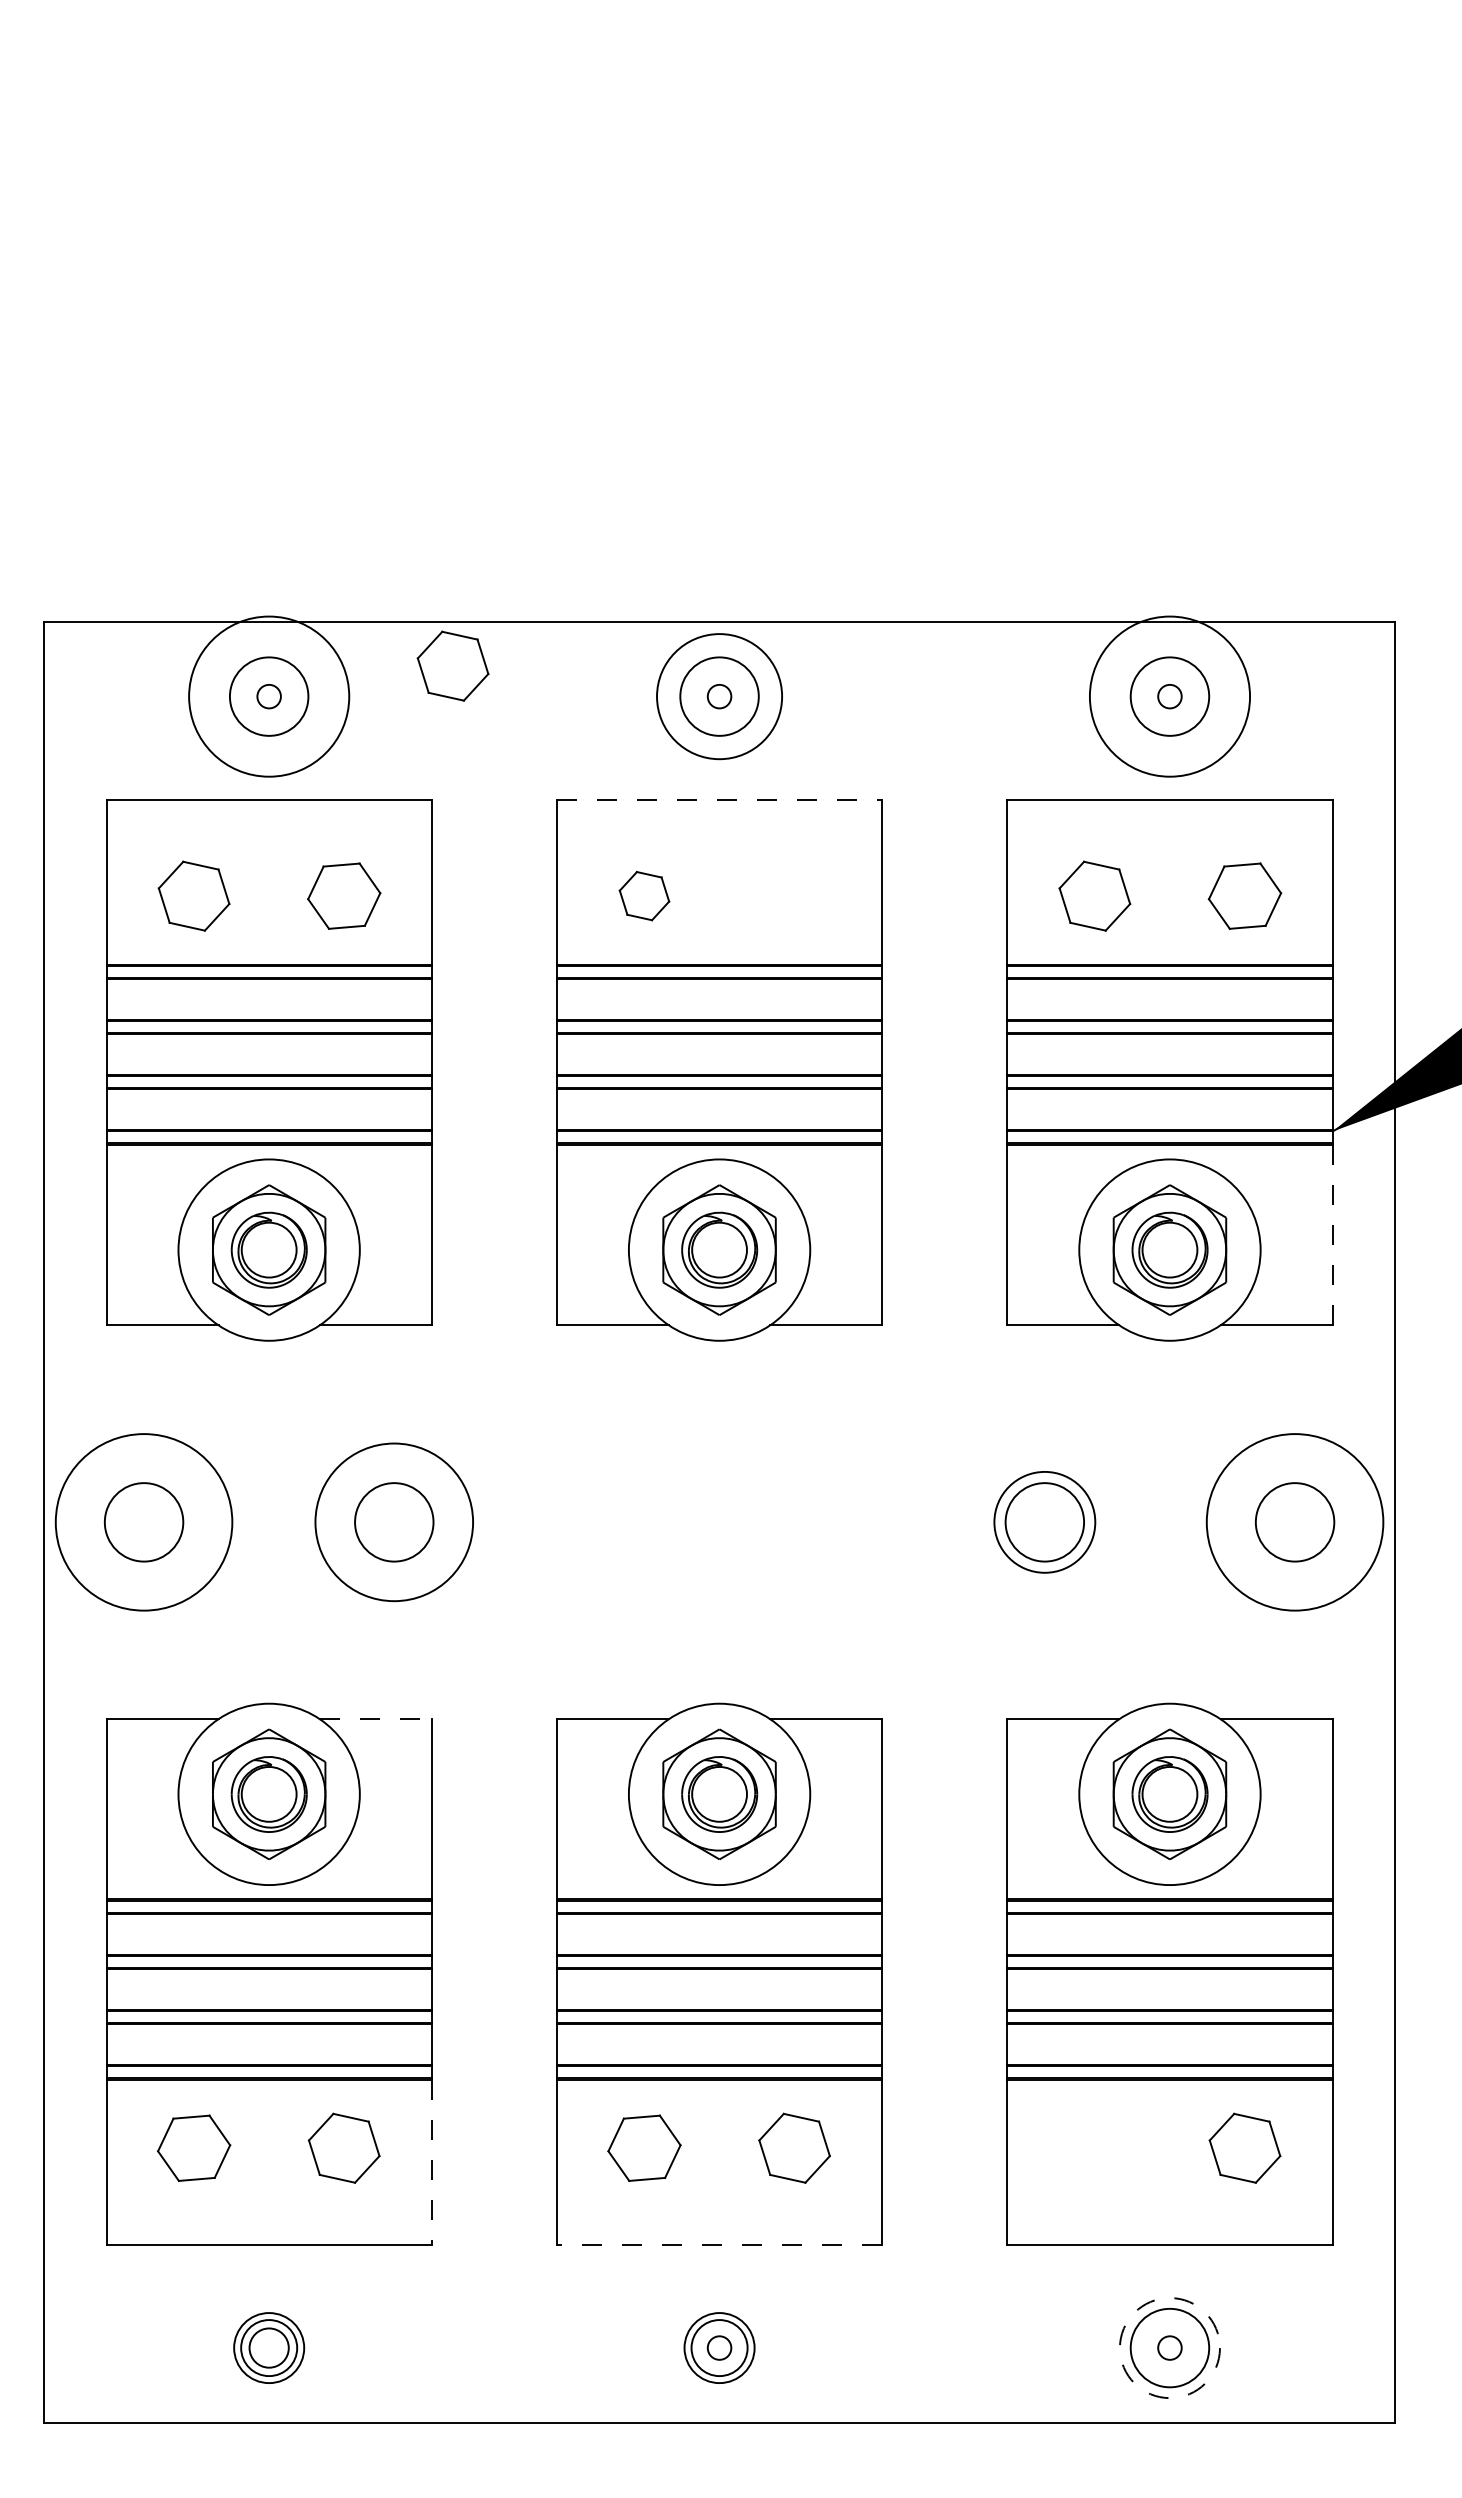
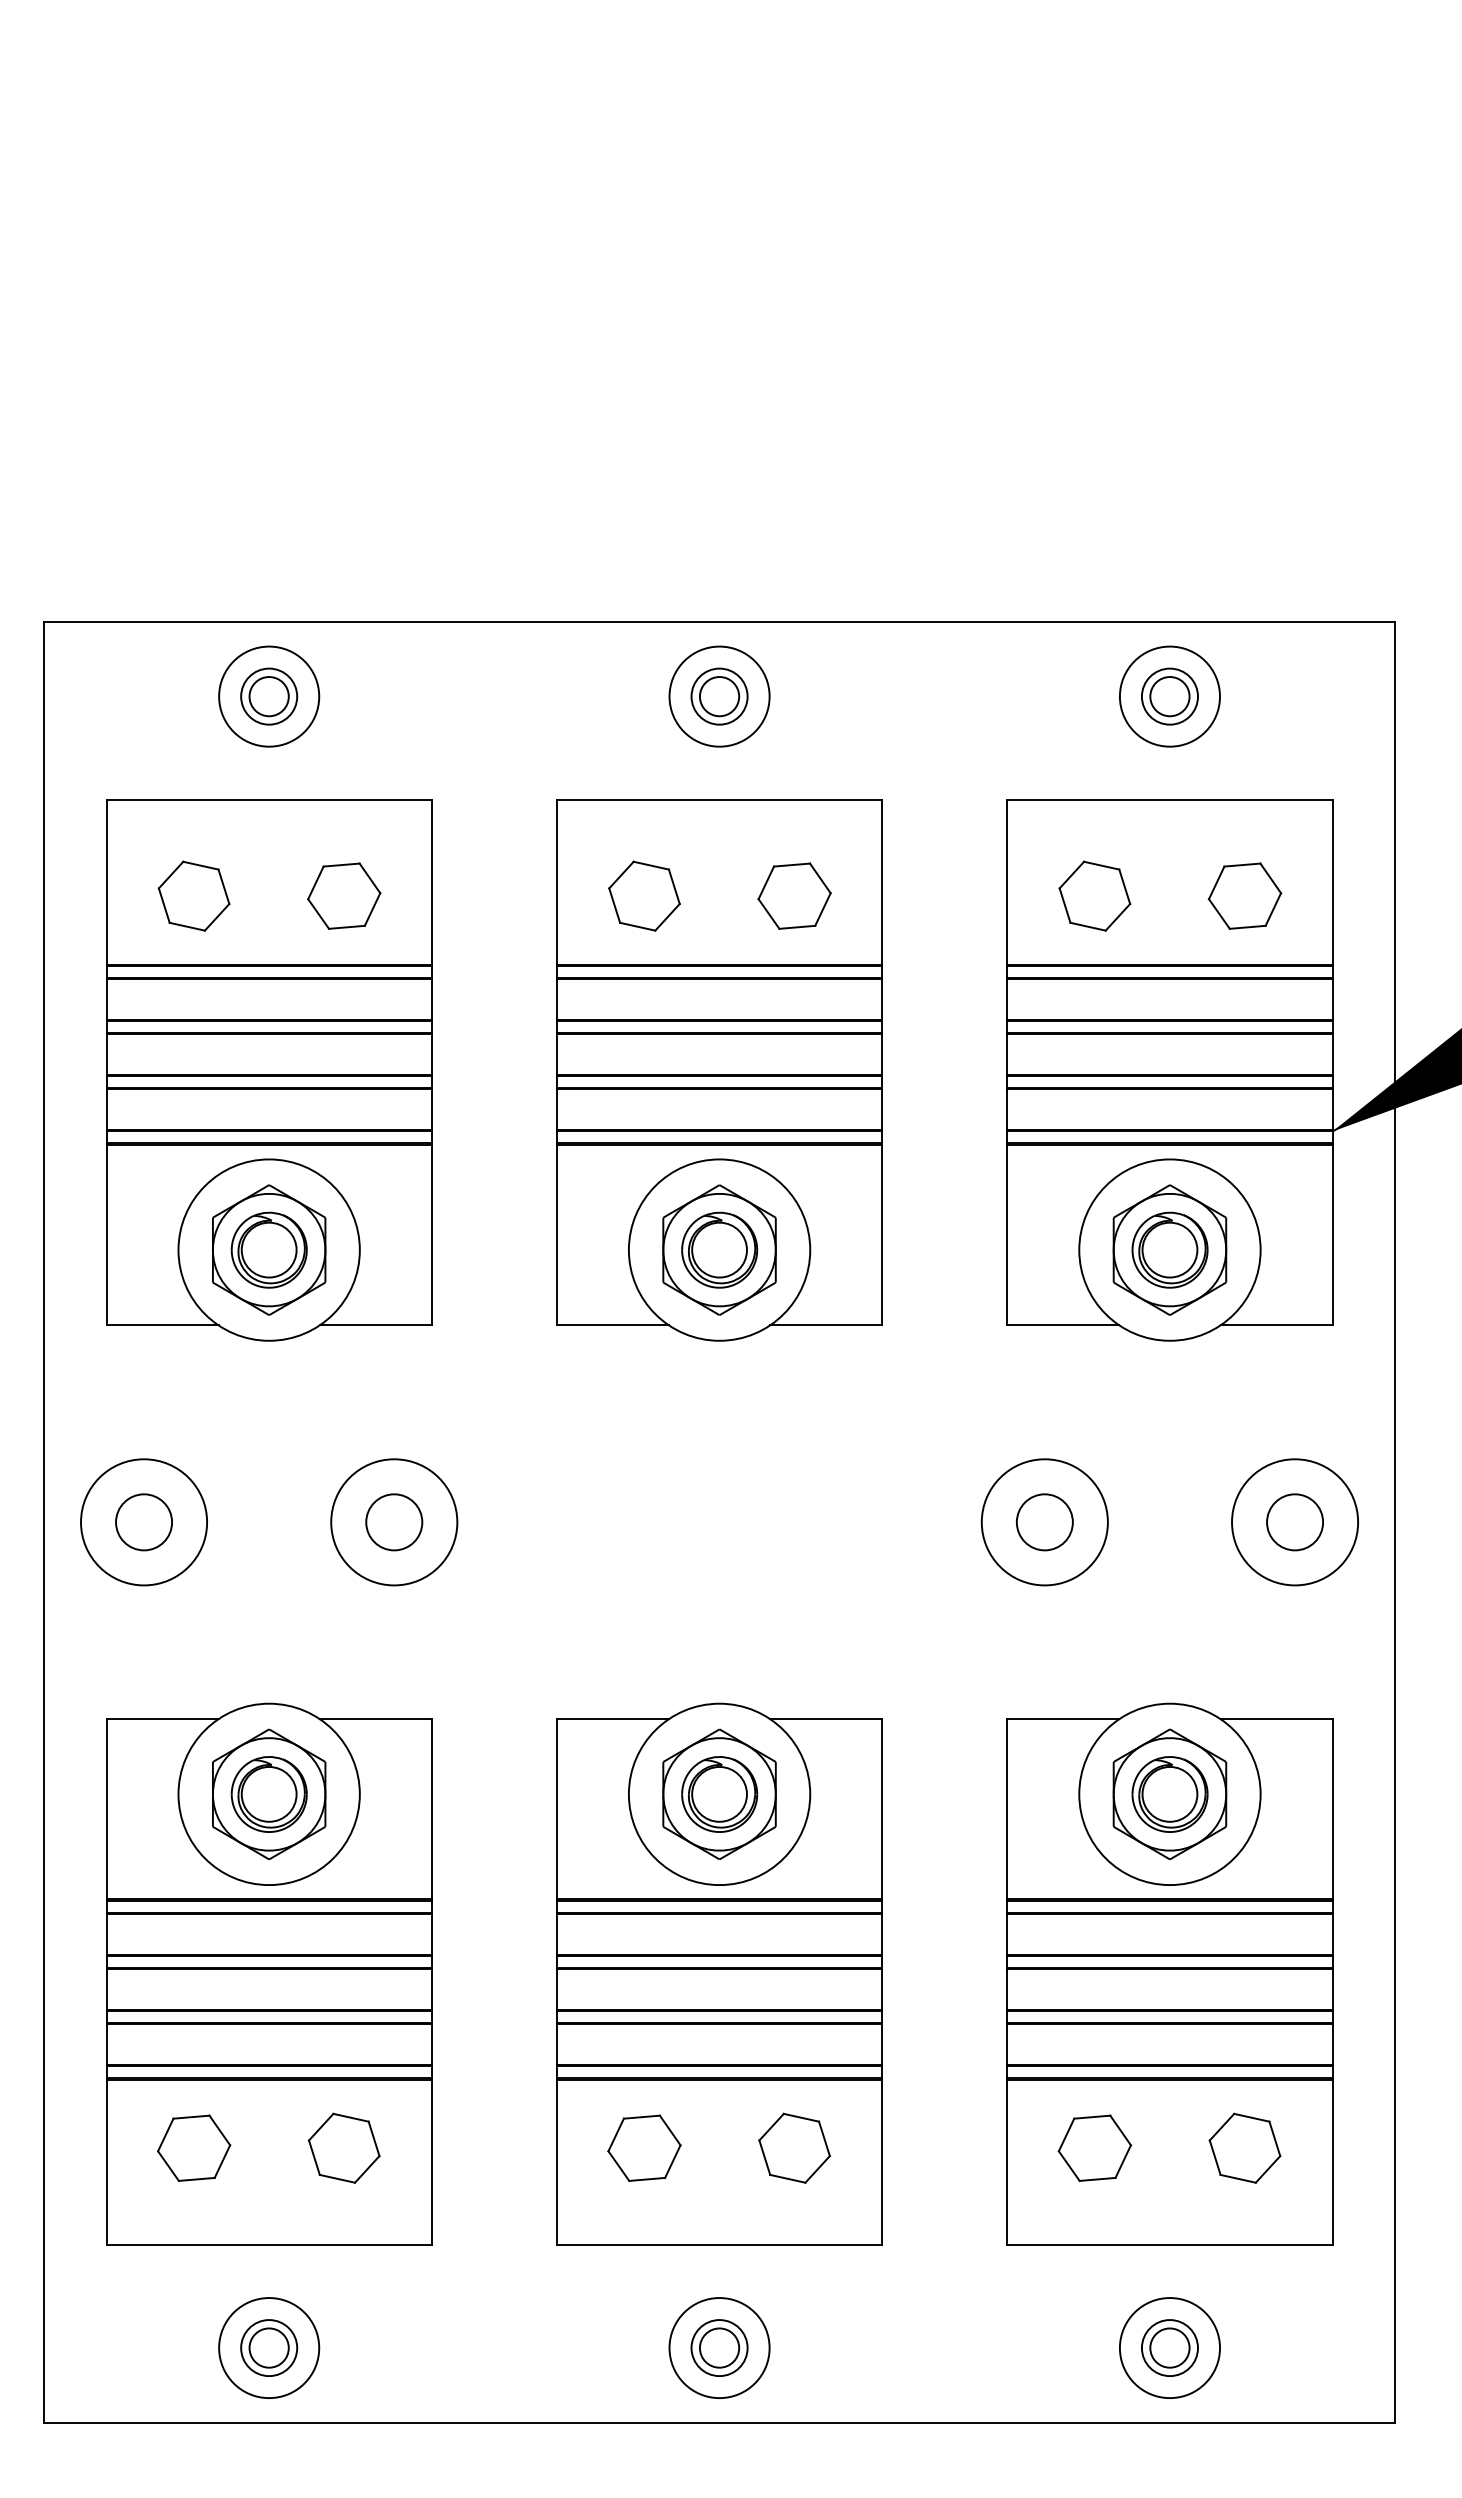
part at (452, 665): present -> none
circle at (268, 696) diameter: 24 px -> 39 px
circle at (268, 696) diameter: 78 px -> 56 px
circle at (269, 696) diameter: 160 px -> 100 px
circle at (719, 696) diameter: 125 px -> 100 px
circle at (719, 696) diameter: 24 px -> 39 px
circle at (719, 696) diameter: 78 px -> 56 px
circle at (1169, 696) diameter: 160 px -> 100 px
circle at (1169, 696) diameter: 24 px -> 39 px
circle at (1169, 696) diameter: 78 px -> 56 px
line at (719, 799): dashed -> solid
part at (794, 895): none -> present
part at (644, 896) size: 53x51 px -> 73x72 px
line at (1332, 1235): dashed -> solid
circle at (1044, 1521) diameter: 101 px -> 126 px
circle at (143, 1522) diameter: 177 px -> 126 px
circle at (143, 1522) diameter: 78 px -> 56 px
circle at (394, 1522) diameter: 158 px -> 126 px
circle at (394, 1522) diameter: 78 px -> 56 px
circle at (1044, 1522) diameter: 78 px -> 56 px
circle at (1294, 1522) diameter: 177 px -> 126 px
circle at (1294, 1522) diameter: 78 px -> 56 px
line at (375, 1719): dashed -> solid
part at (1094, 2147): none -> present
line at (431, 2162): dashed -> solid
line at (719, 2244): dashed -> solid
circle at (719, 2347) diameter: 24 px -> 39 px
circle at (1169, 2347) diameter: 24 px -> 39 px
circle at (1169, 2347) diameter: 78 px -> 56 px
circle at (269, 2348) diameter: 70 px -> 100 px
circle at (719, 2348) diameter: 70 px -> 100 px
circle at (1169, 2348): dashed -> solid
